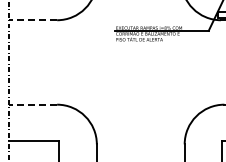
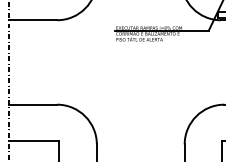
line at (32, 20): dashed -> solid
line at (32, 104): dashed -> solid
